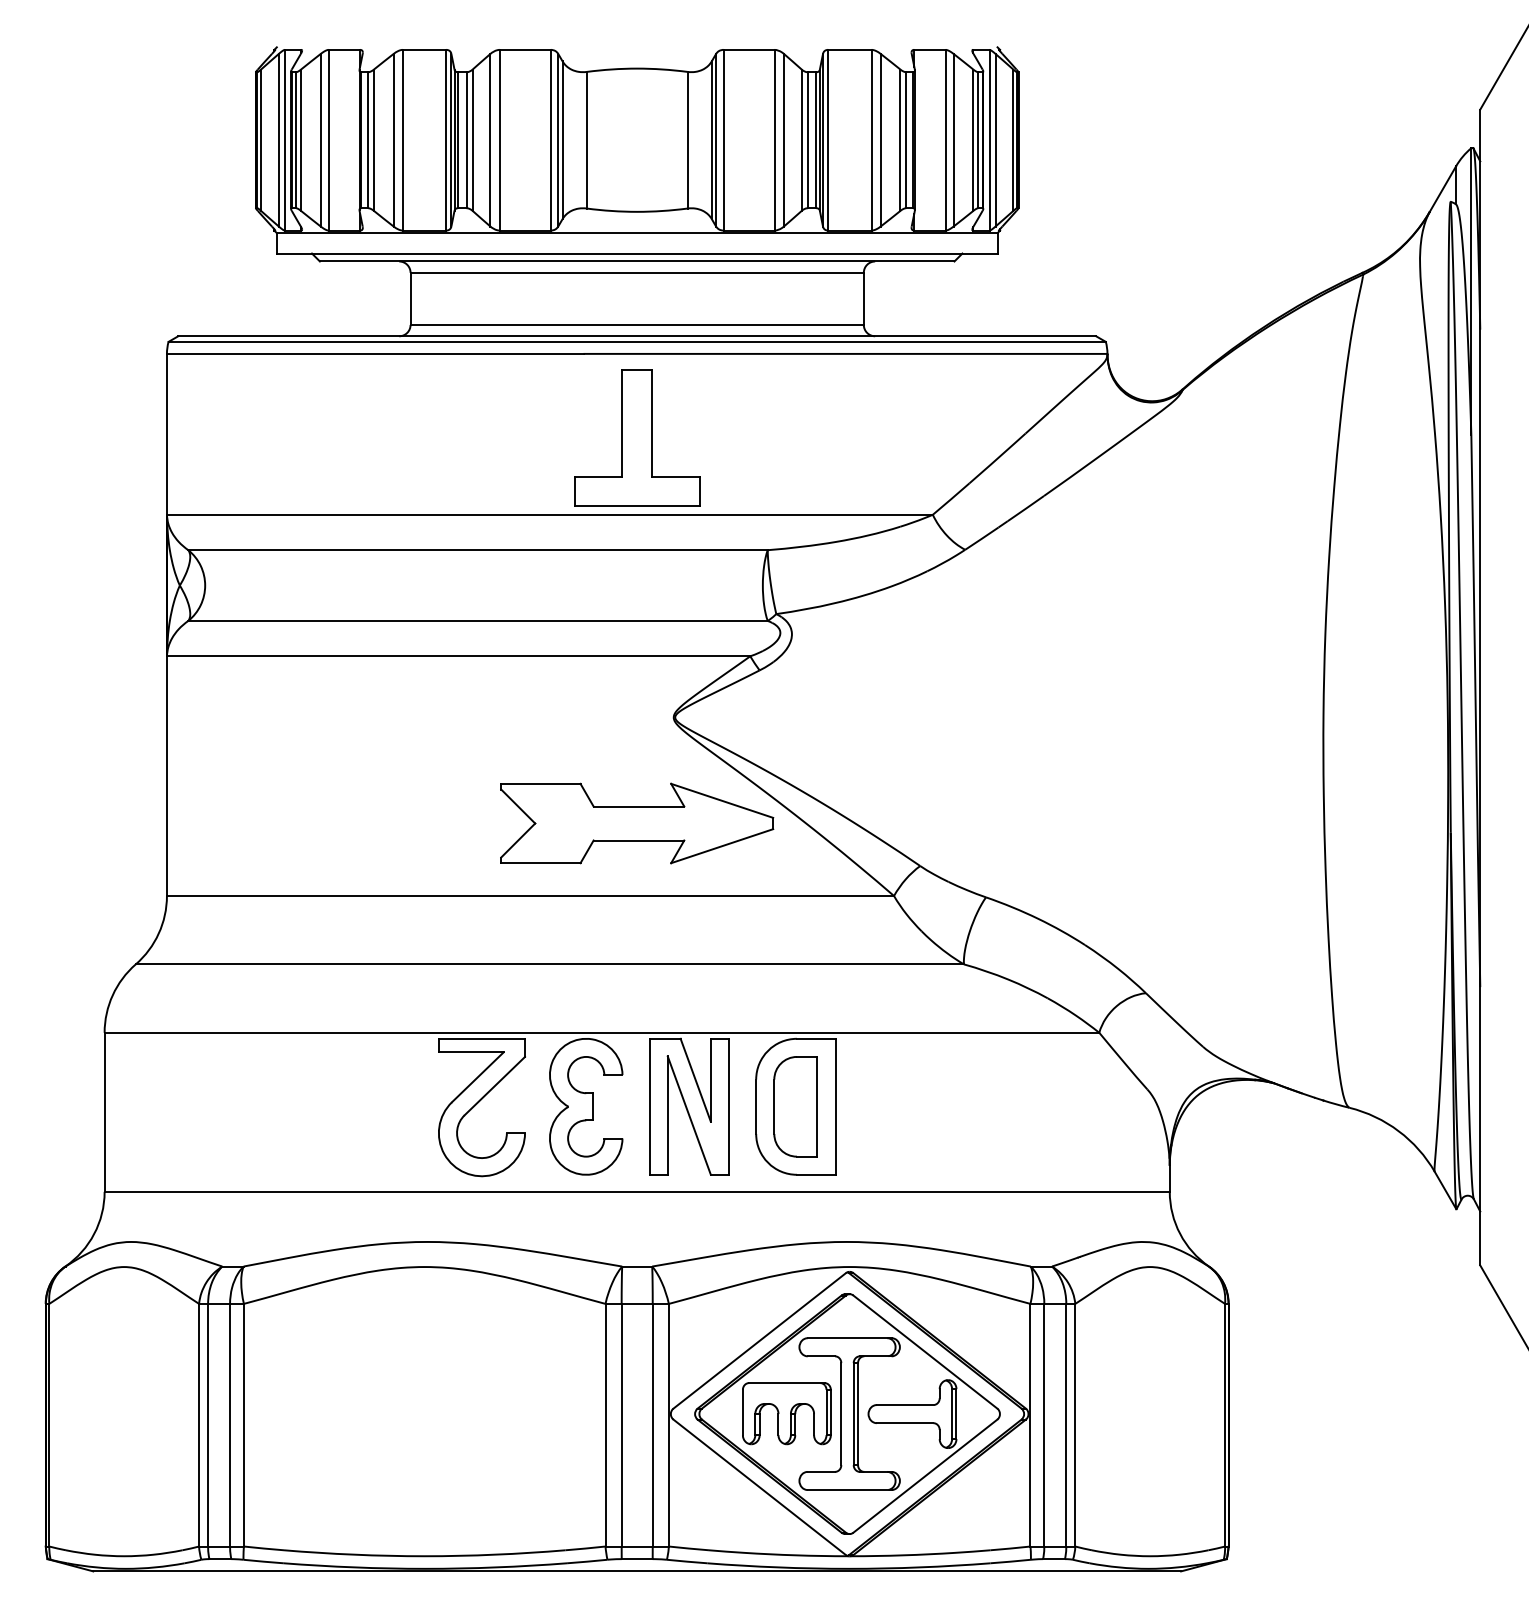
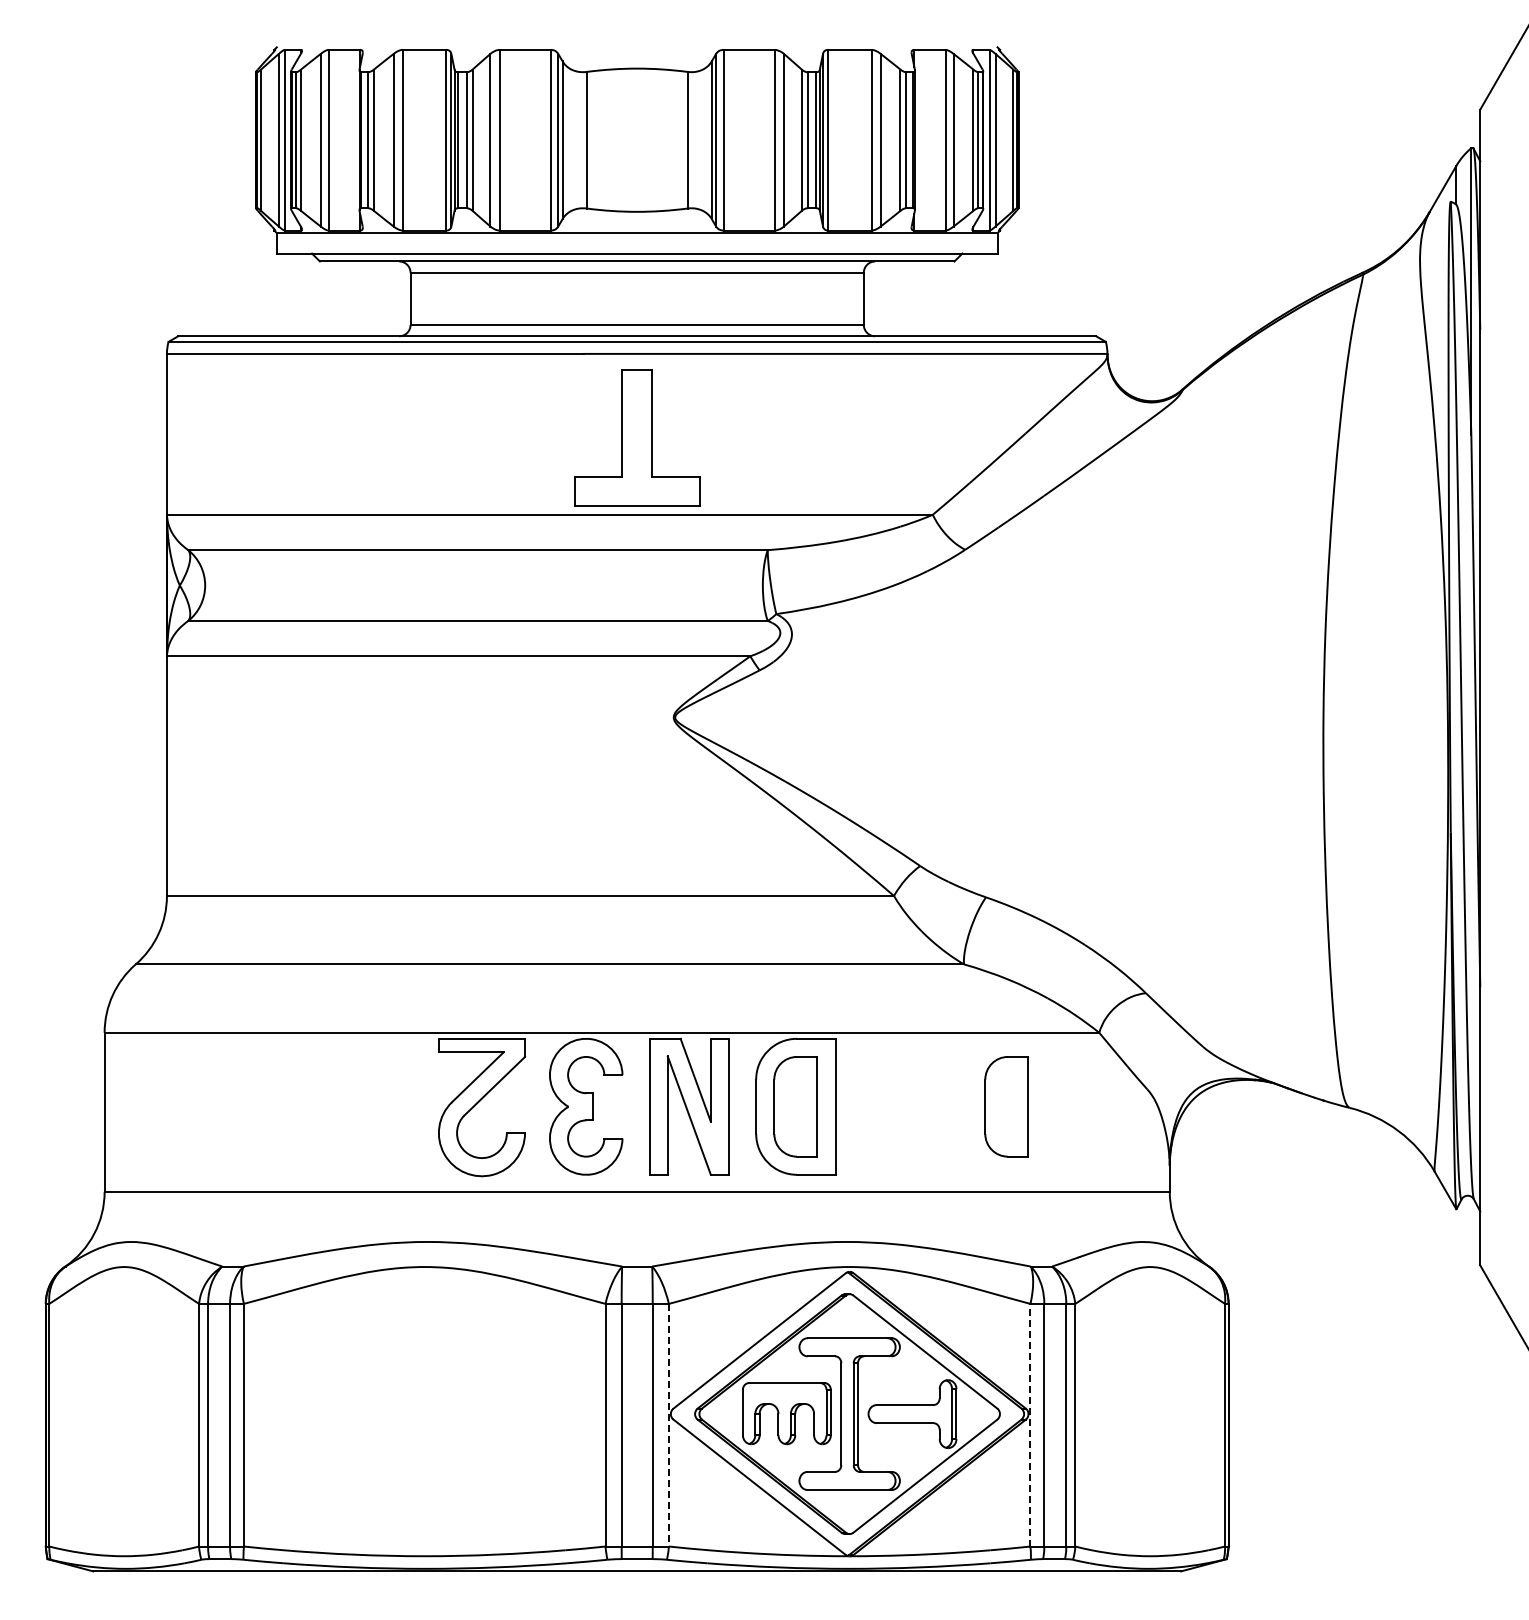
part at (637, 823): present -> none
part at (1006, 1106): none -> present
line at (1030, 1424): solid -> dashed
line at (668, 1425): solid -> dashed
